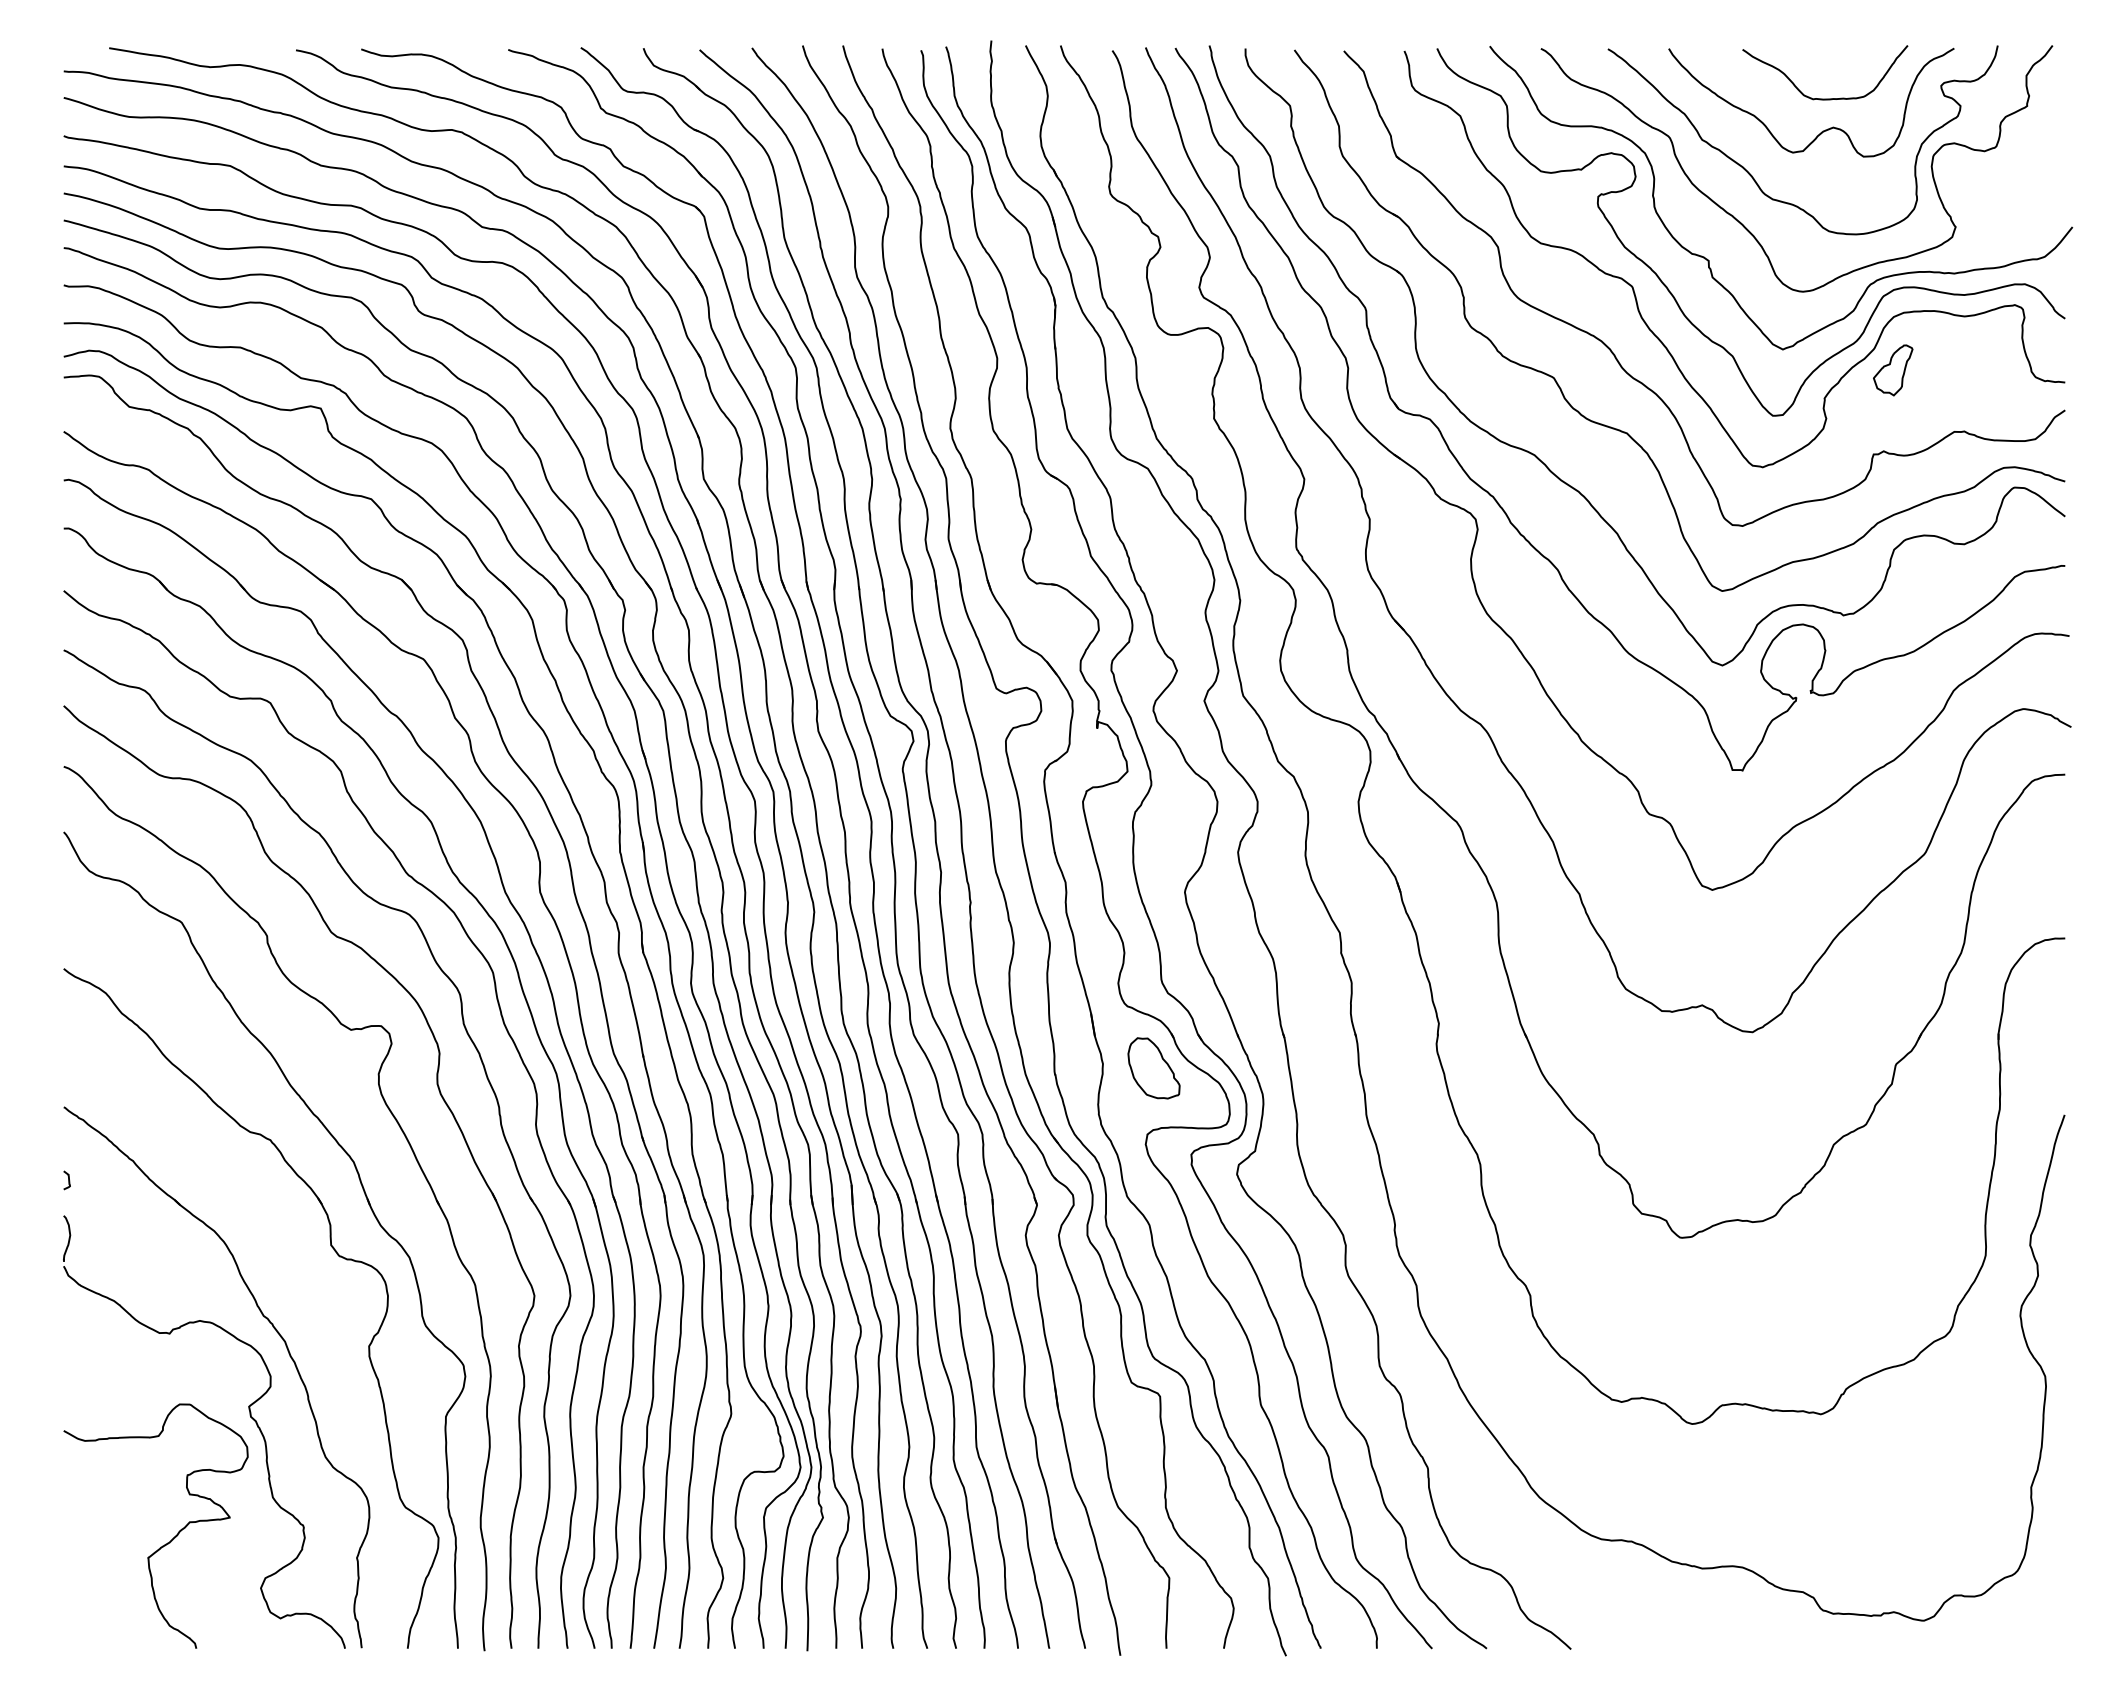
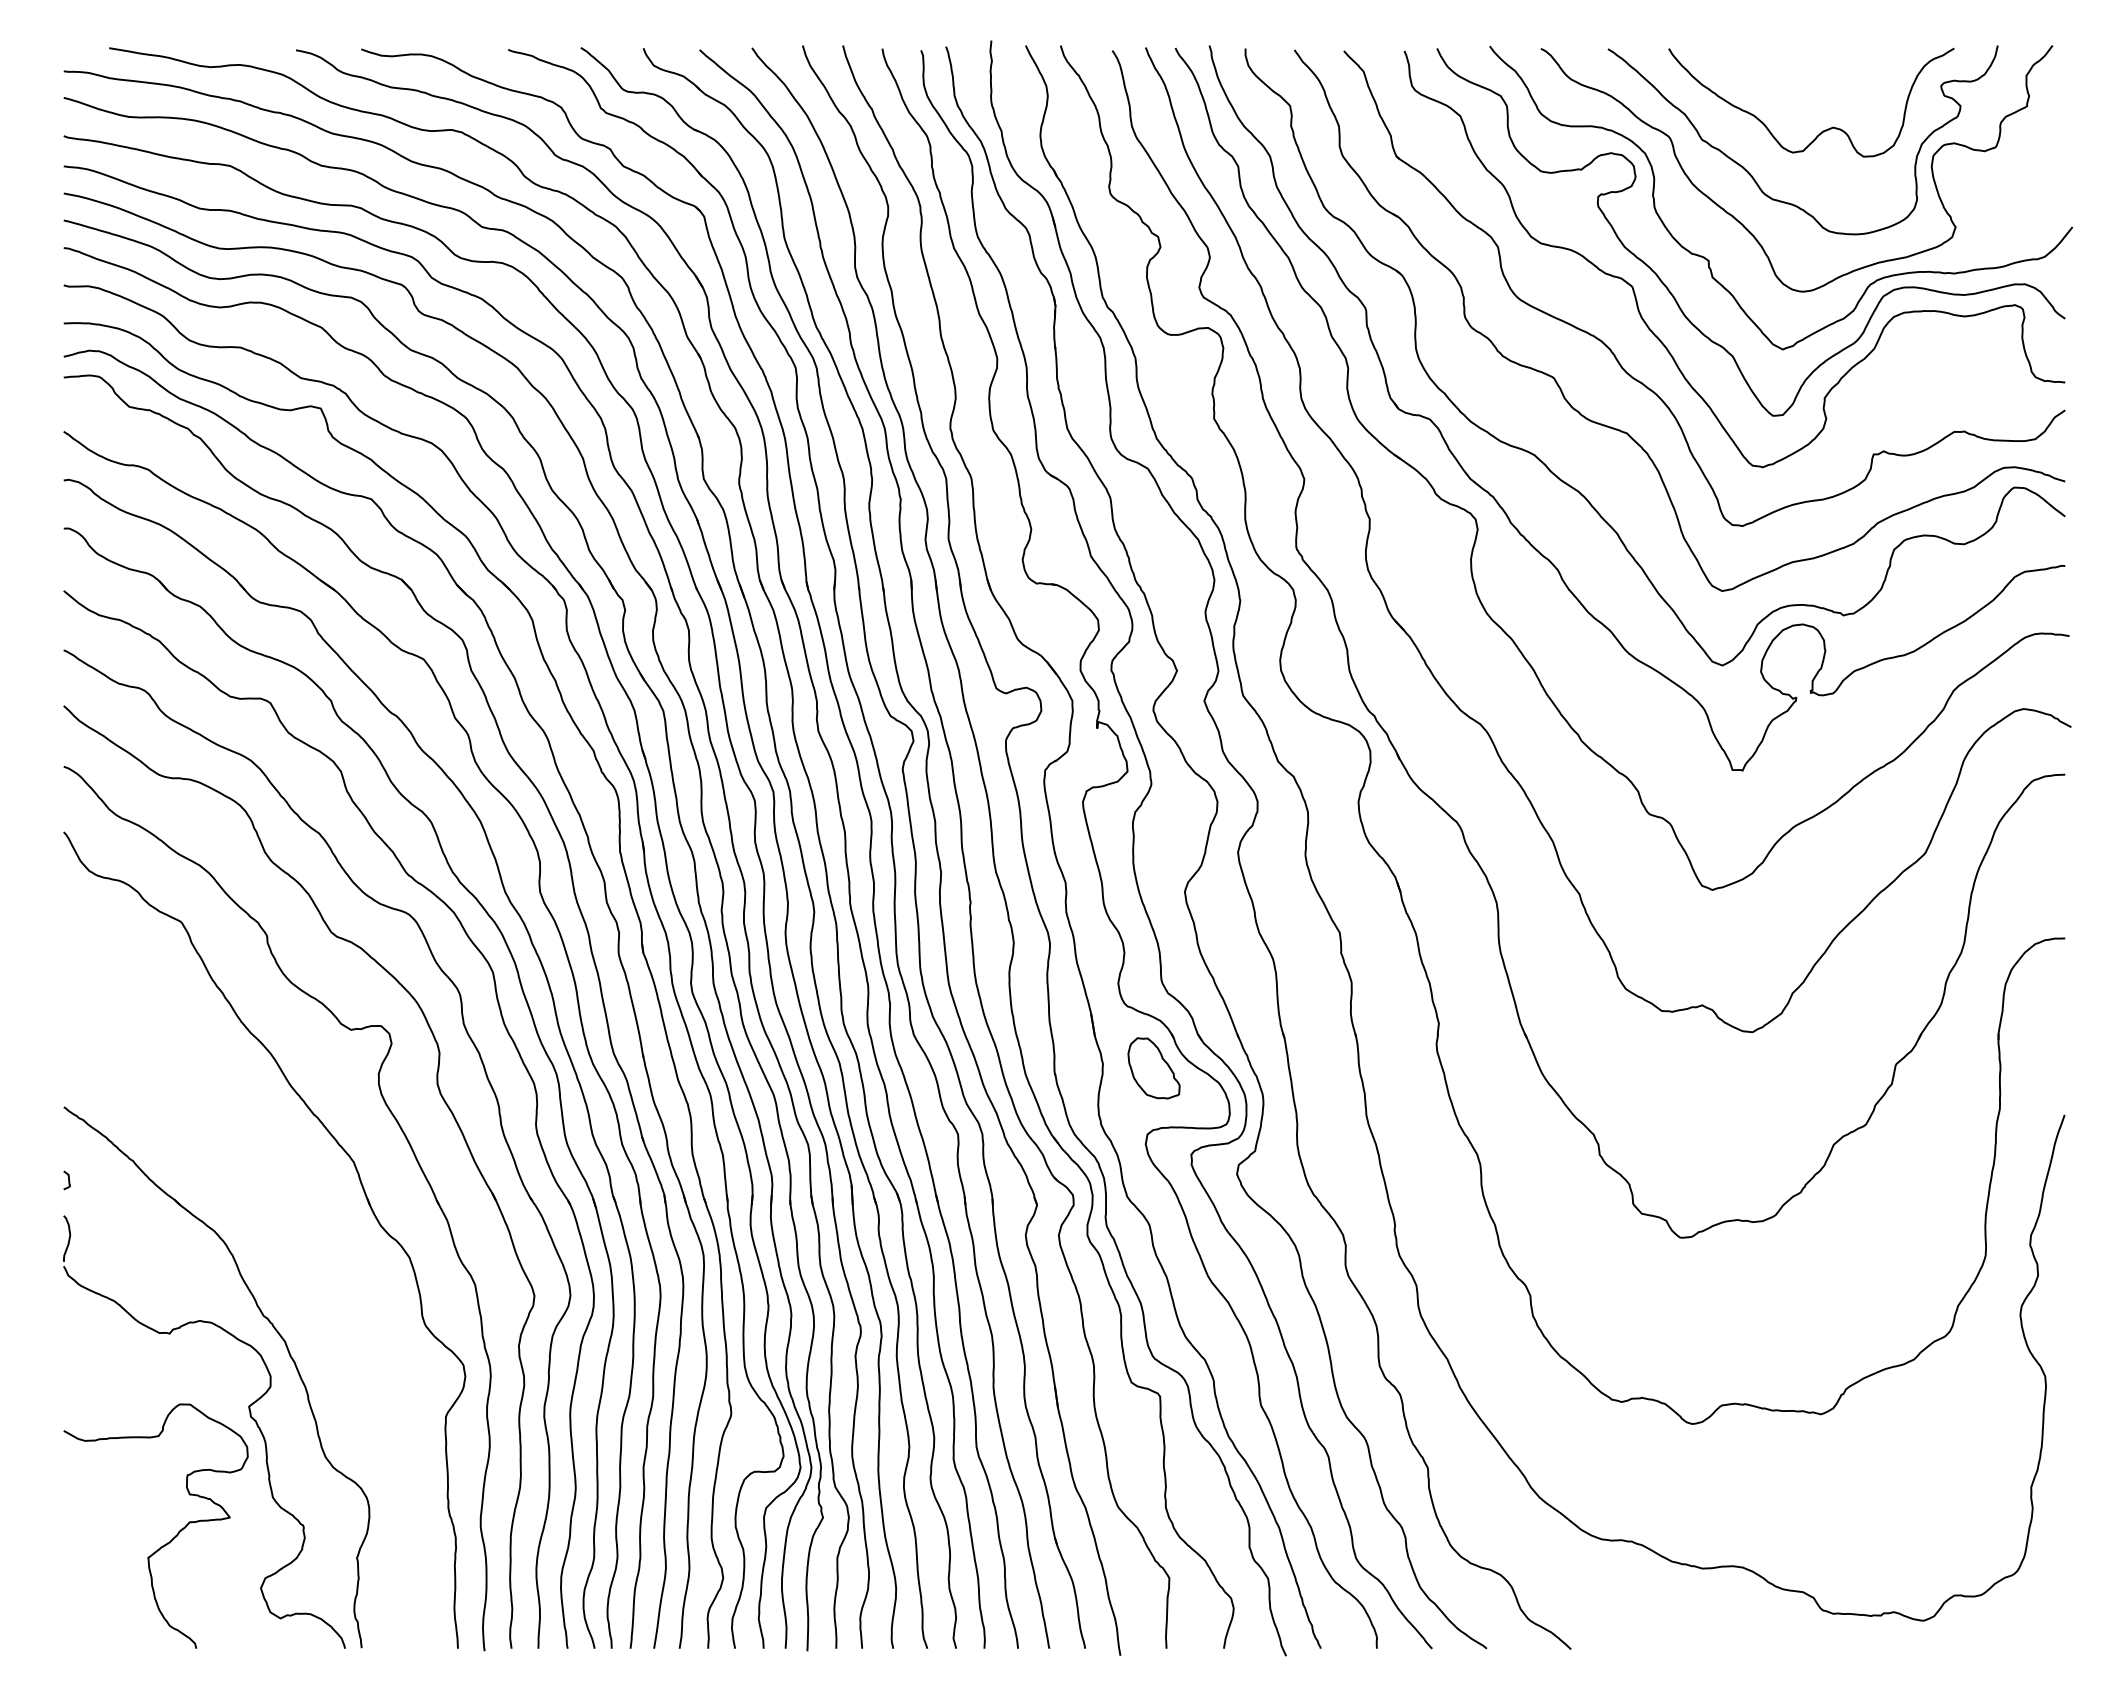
curve at (1825, 98): present -> none
part at (1893, 370): present -> none
part at (331, 1247): present -> none
